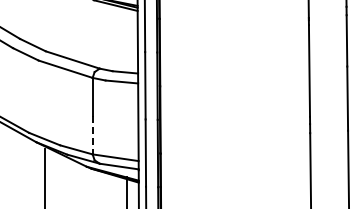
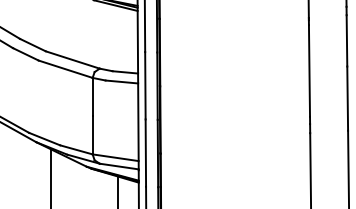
line at (92, 135): dashed -> solid
line at (44, 177) position: (44, 177) -> (50, 177)
line at (127, 190) position: (127, 190) -> (118, 190)
